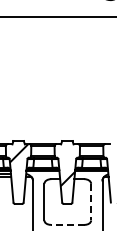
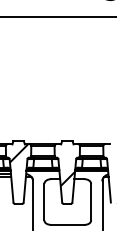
line at (91, 202): dashed -> solid
line at (67, 224): dashed -> solid
